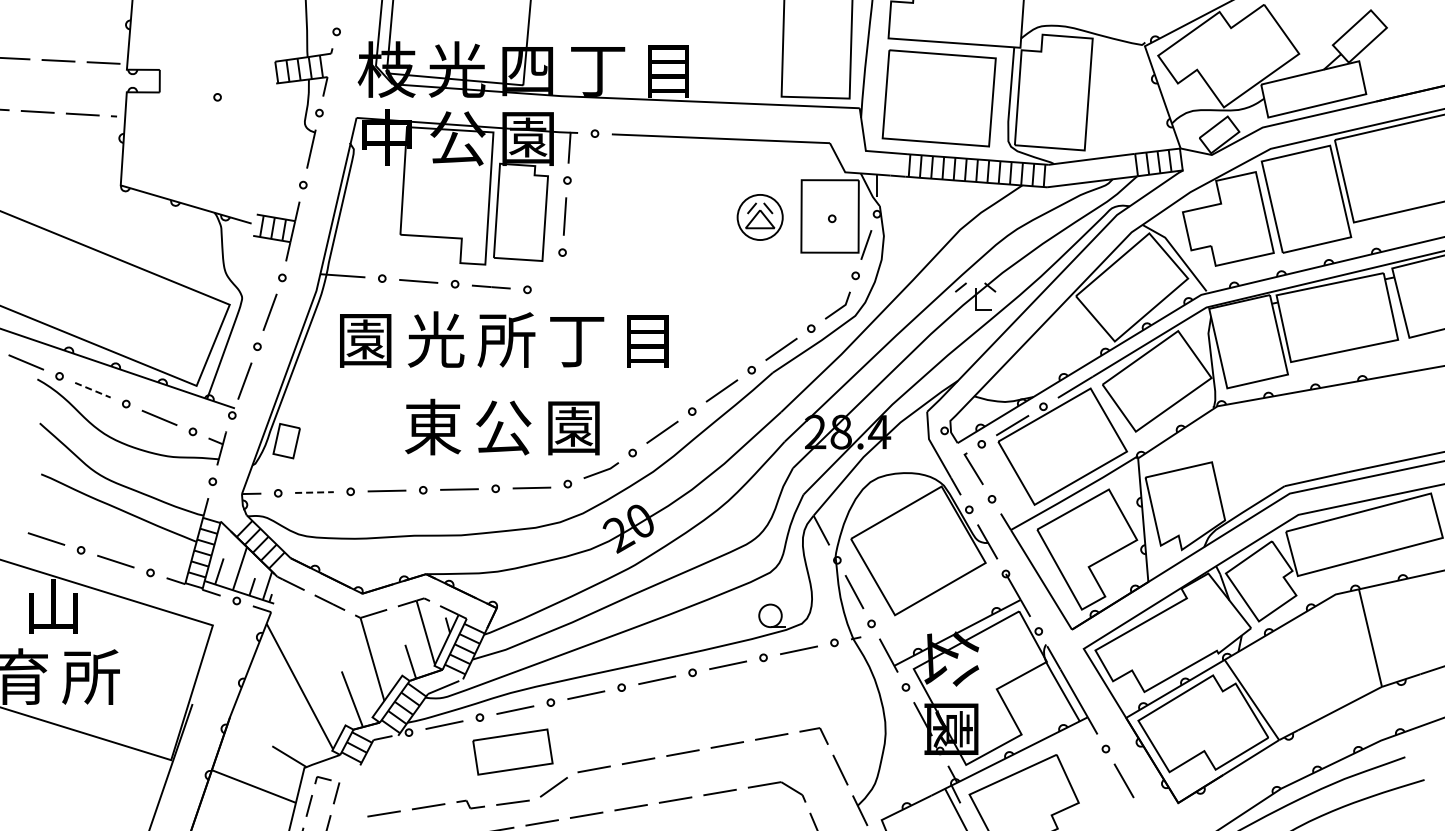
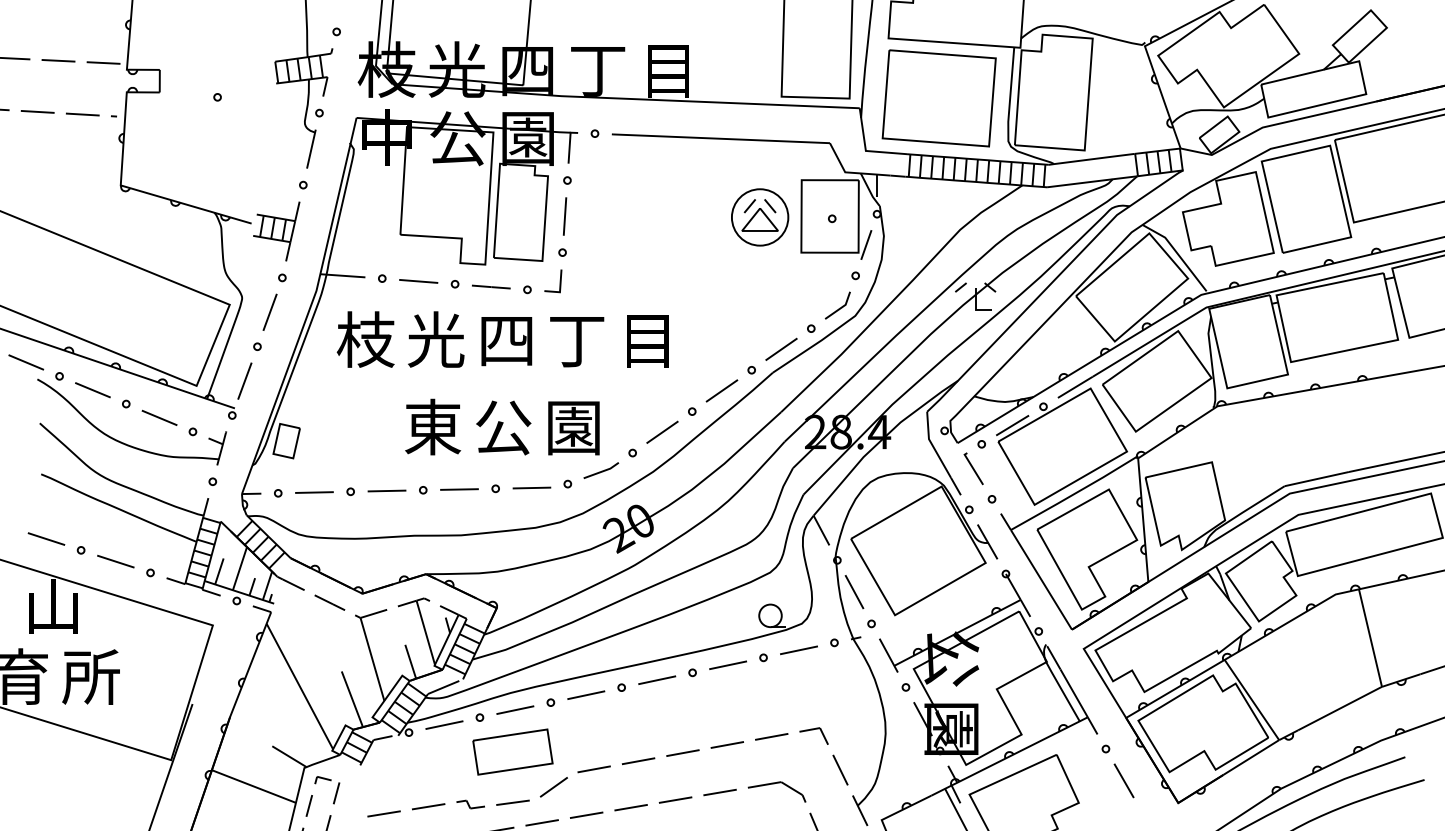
part at (759, 217) size: 48x47 px -> 59x59 px
line at (559, 281): none -> present
text at (365, 339): 園 -> 枝
text at (506, 339): 所 -> 四
line at (93, 390): dashed -> solid
line at (314, 492): dashed -> solid
